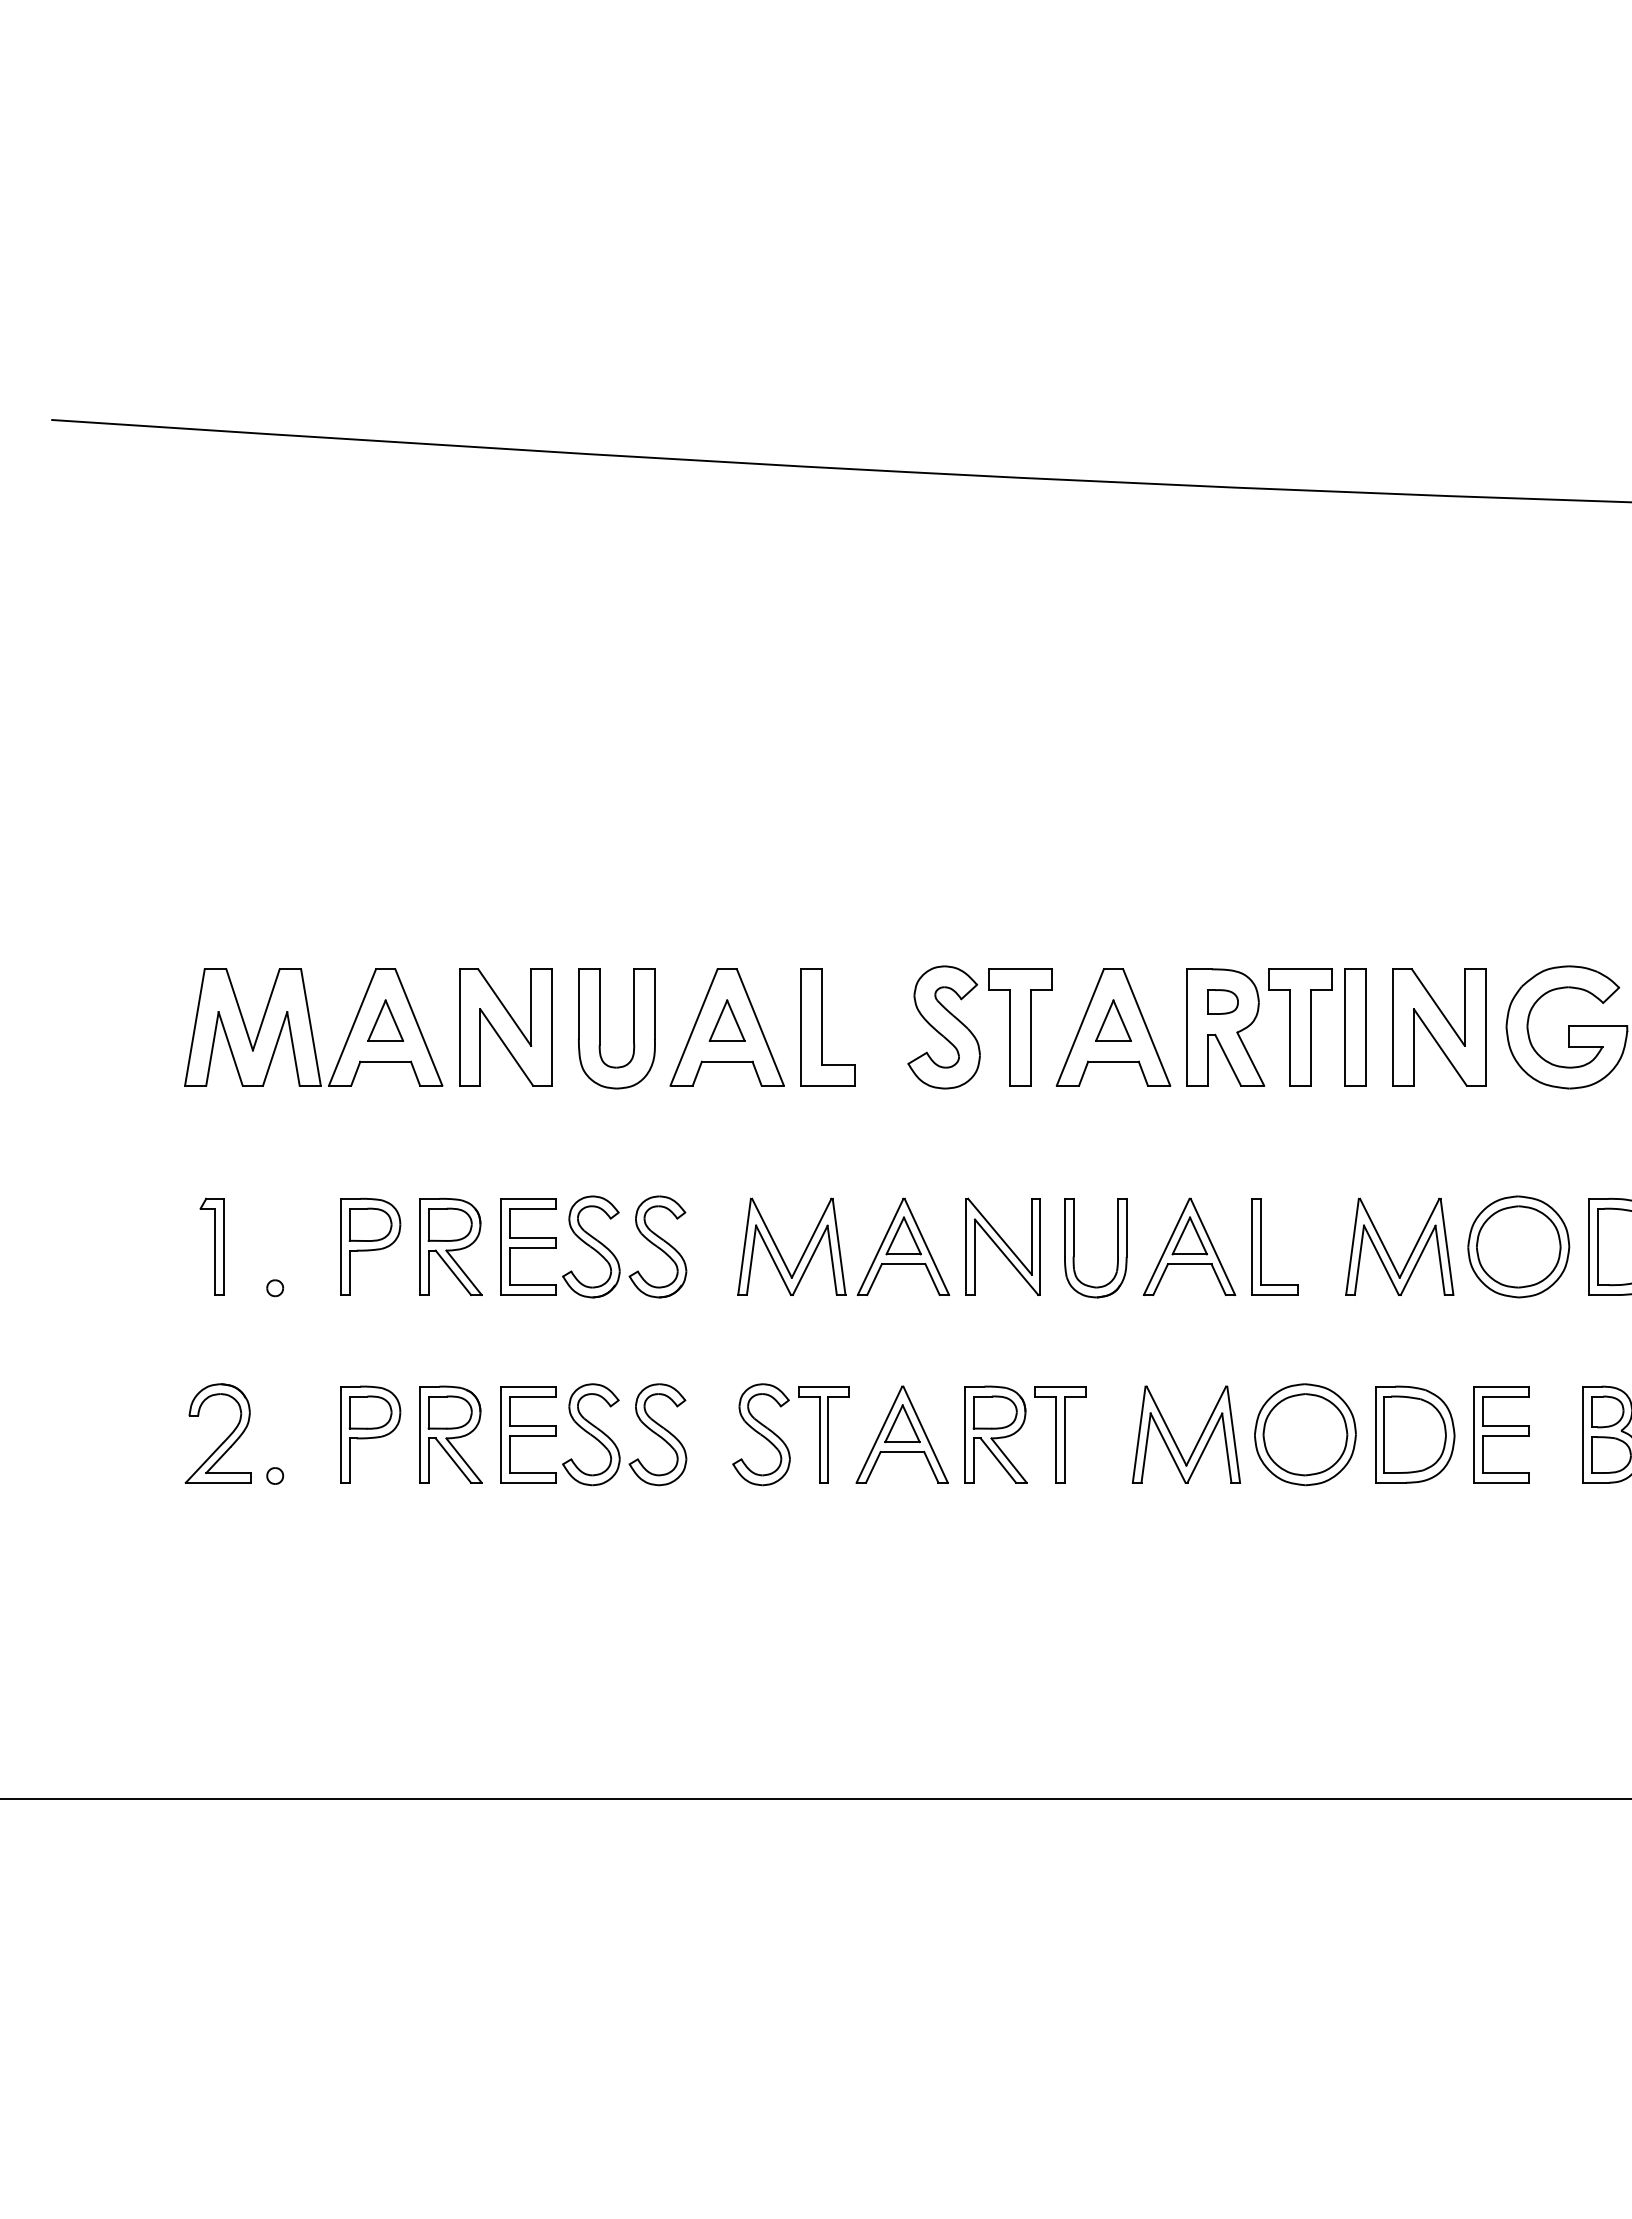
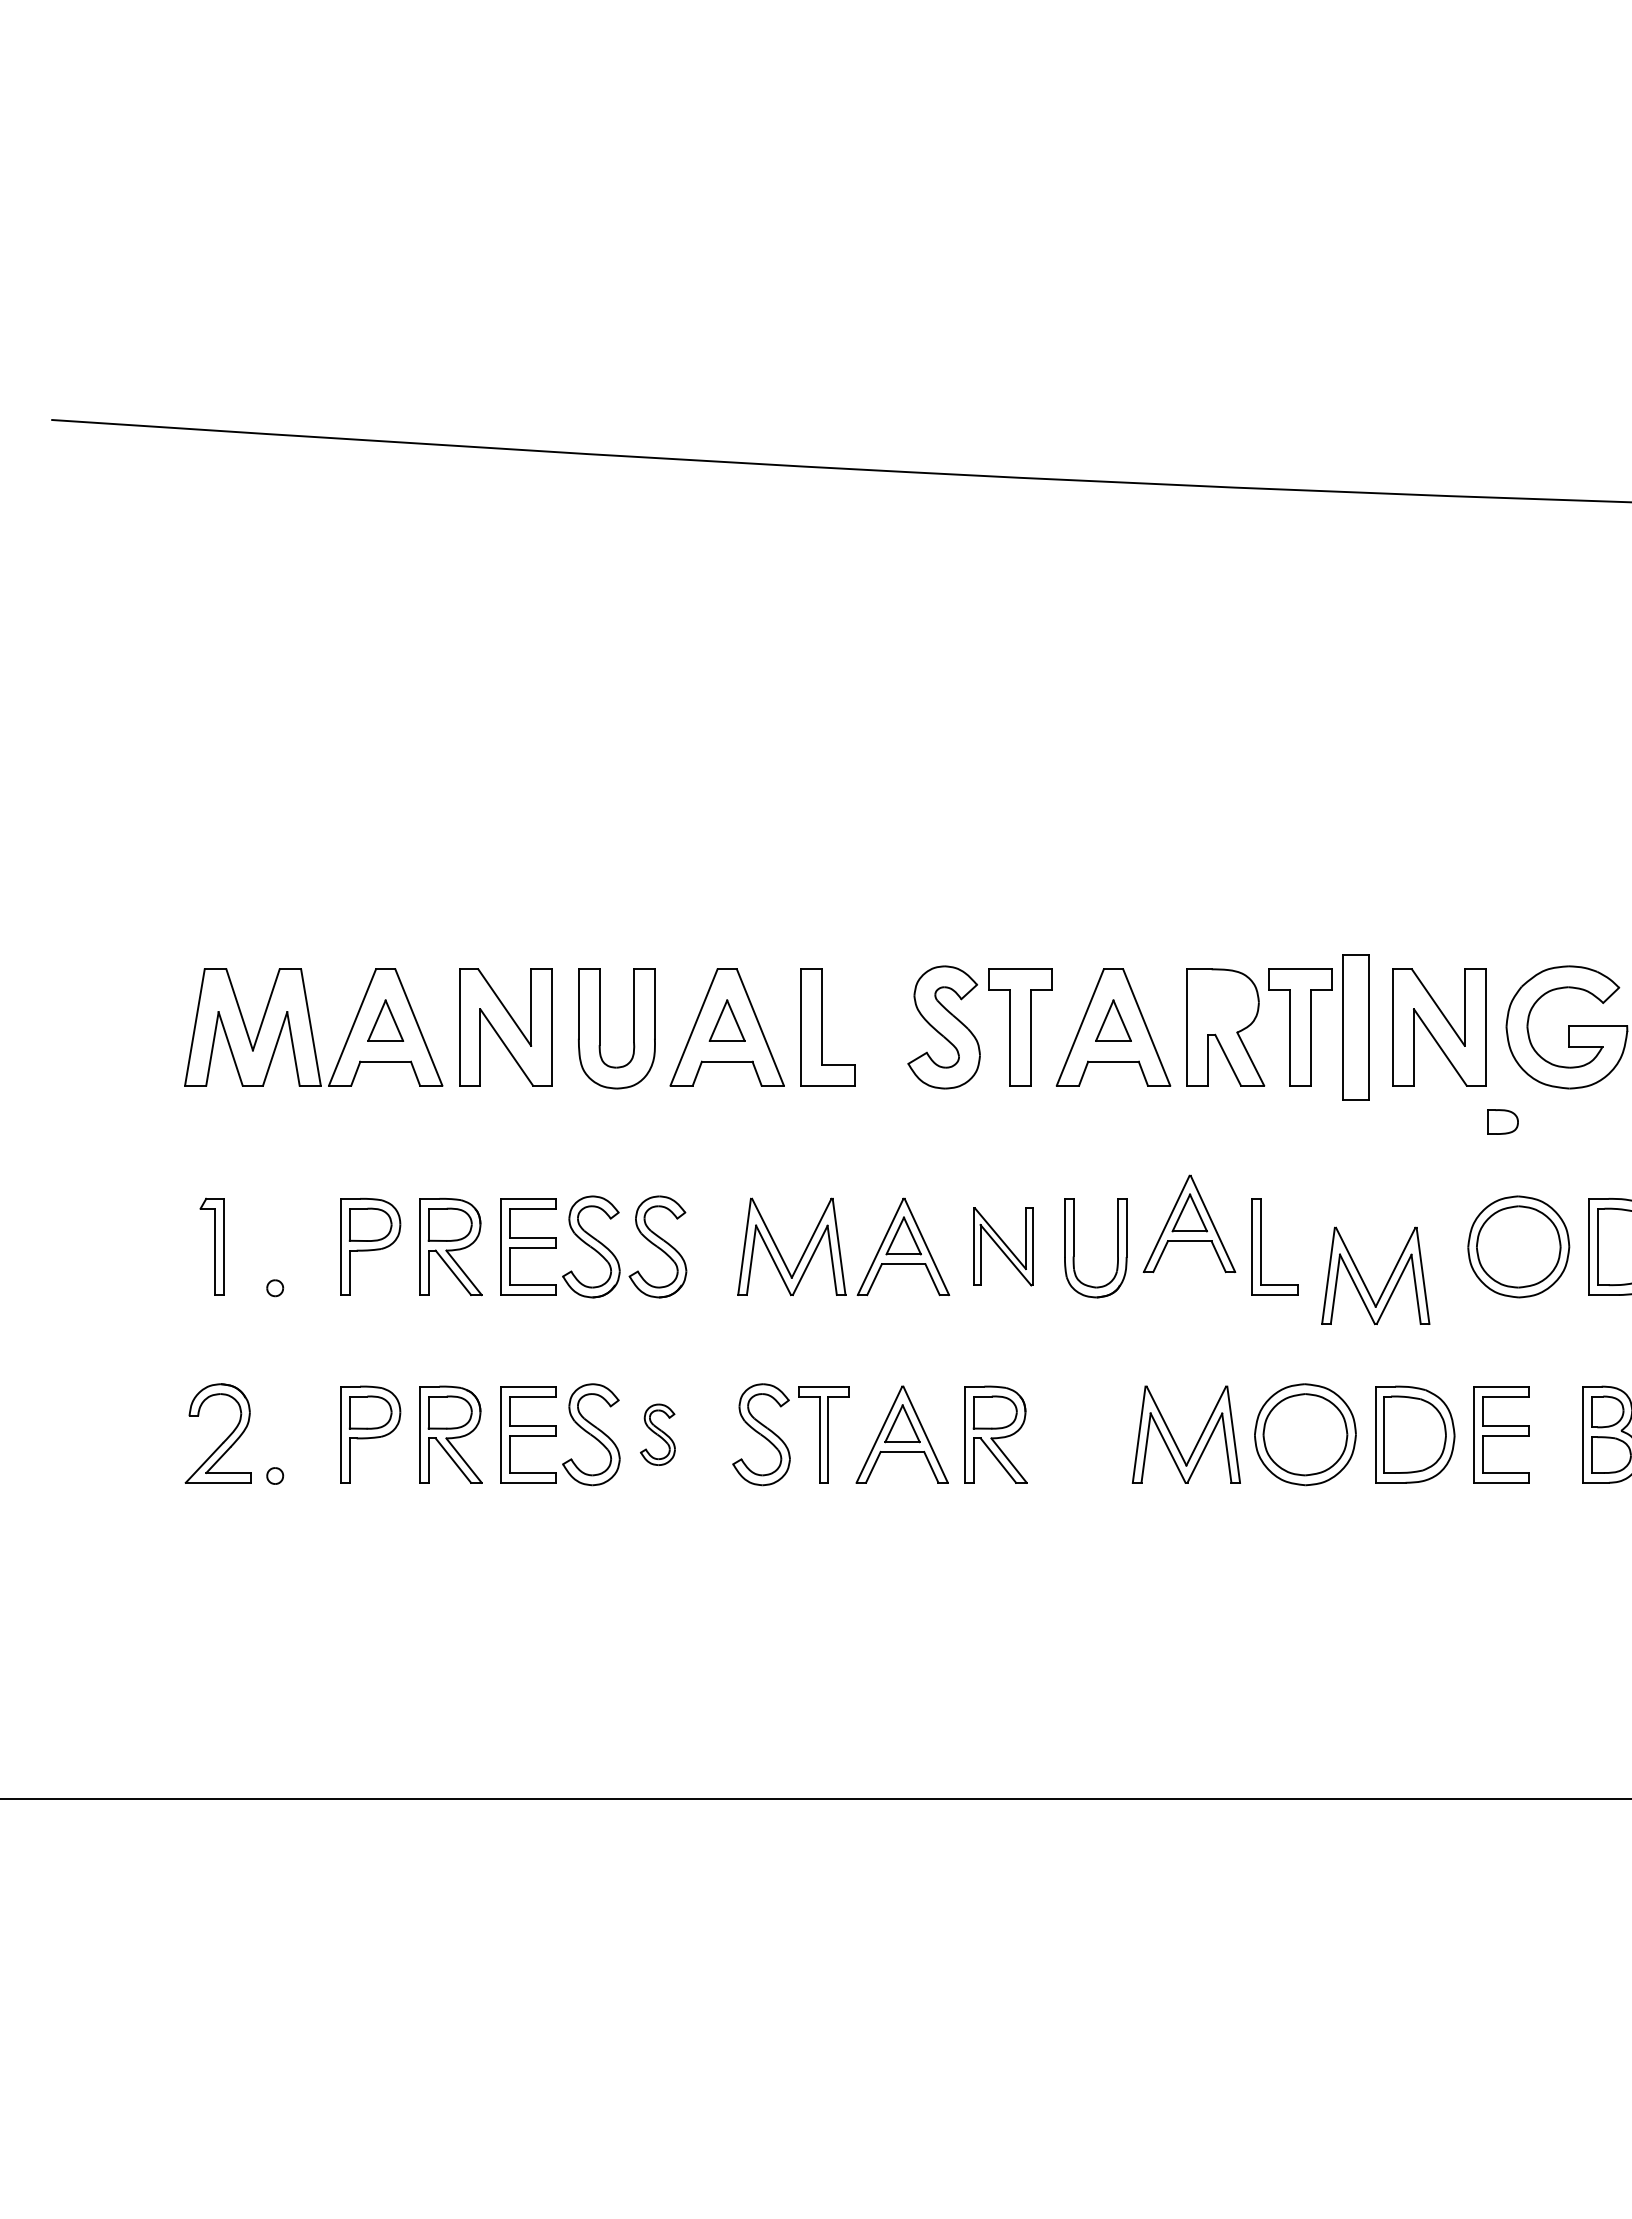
part at (1222, 1001) position: (1222, 1001) -> (1502, 1121)
part at (1355, 1027) size: 23x119 px -> 28x147 px
part at (1002, 1246) size: 76x100 px -> 61x80 px
part at (1189, 1246) position: (1189, 1246) -> (1189, 1223)
part at (1388, 1252) position: (1388, 1252) -> (1364, 1281)
part at (657, 1434) size: 60x104 px -> 36x63 px
part at (1060, 1434): present -> none
